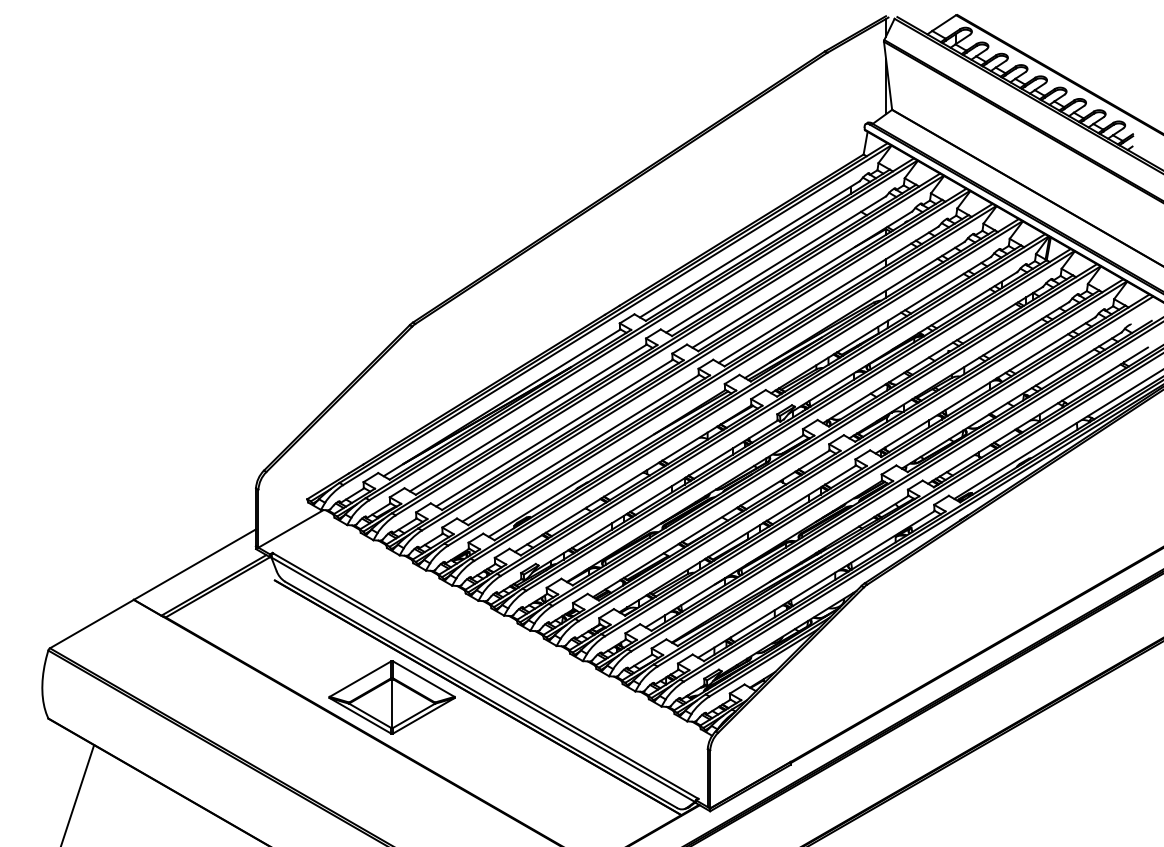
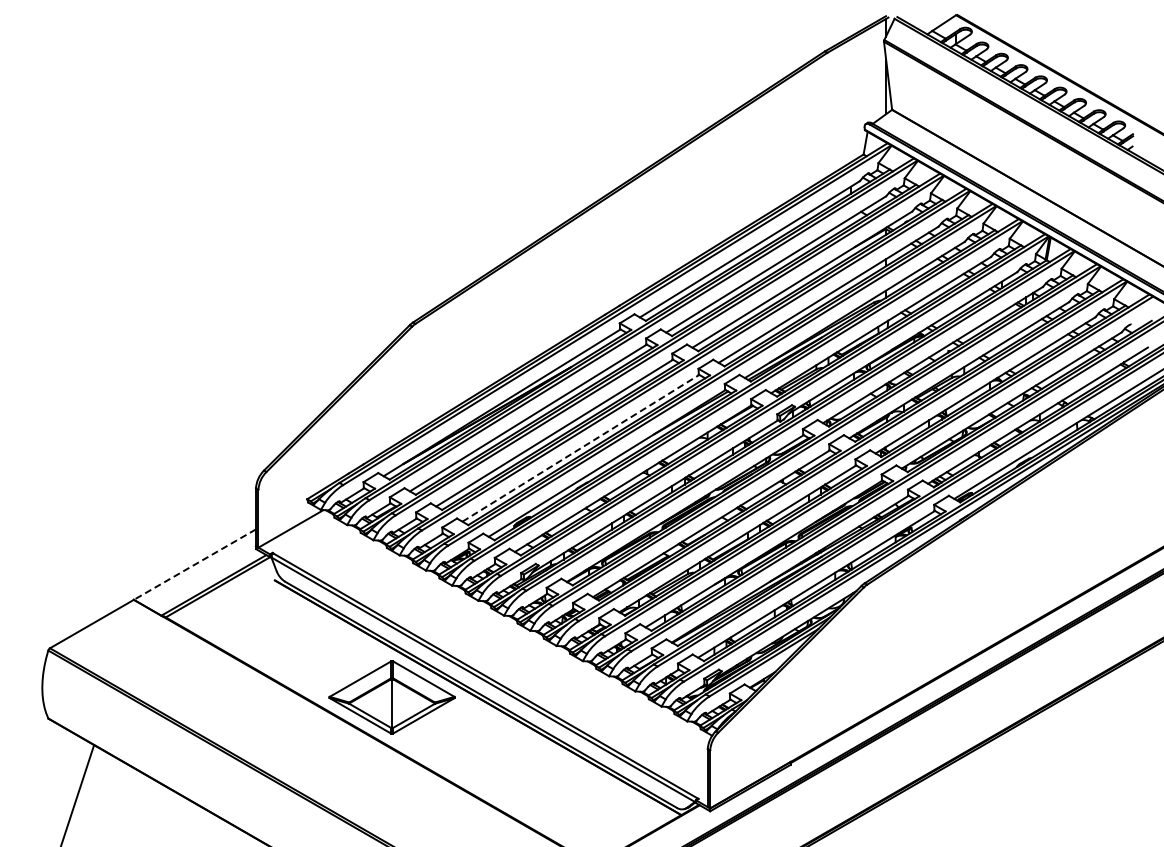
line at (581, 448): solid -> dashed
line at (194, 564): solid -> dashed
